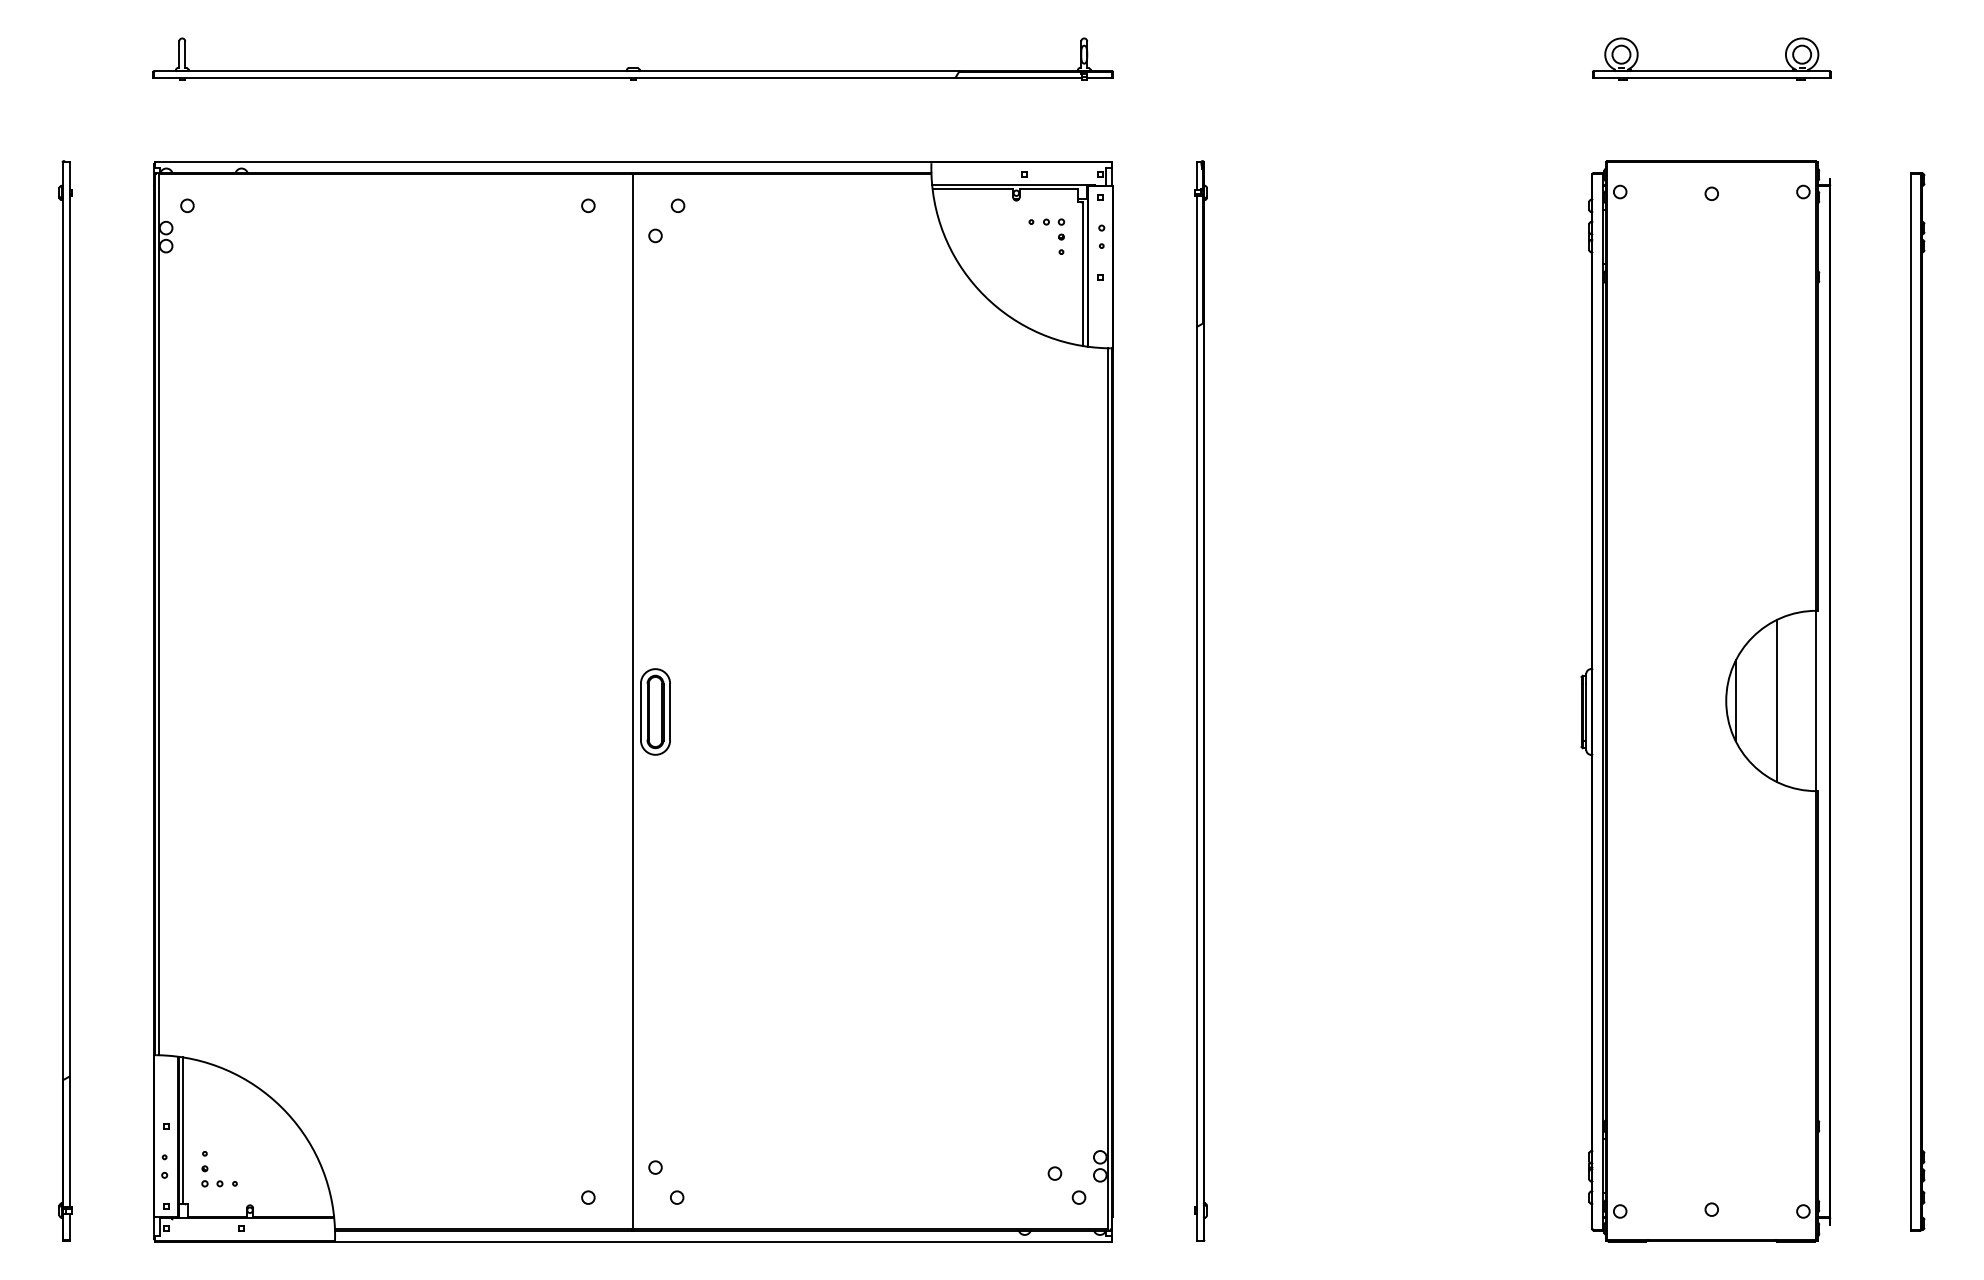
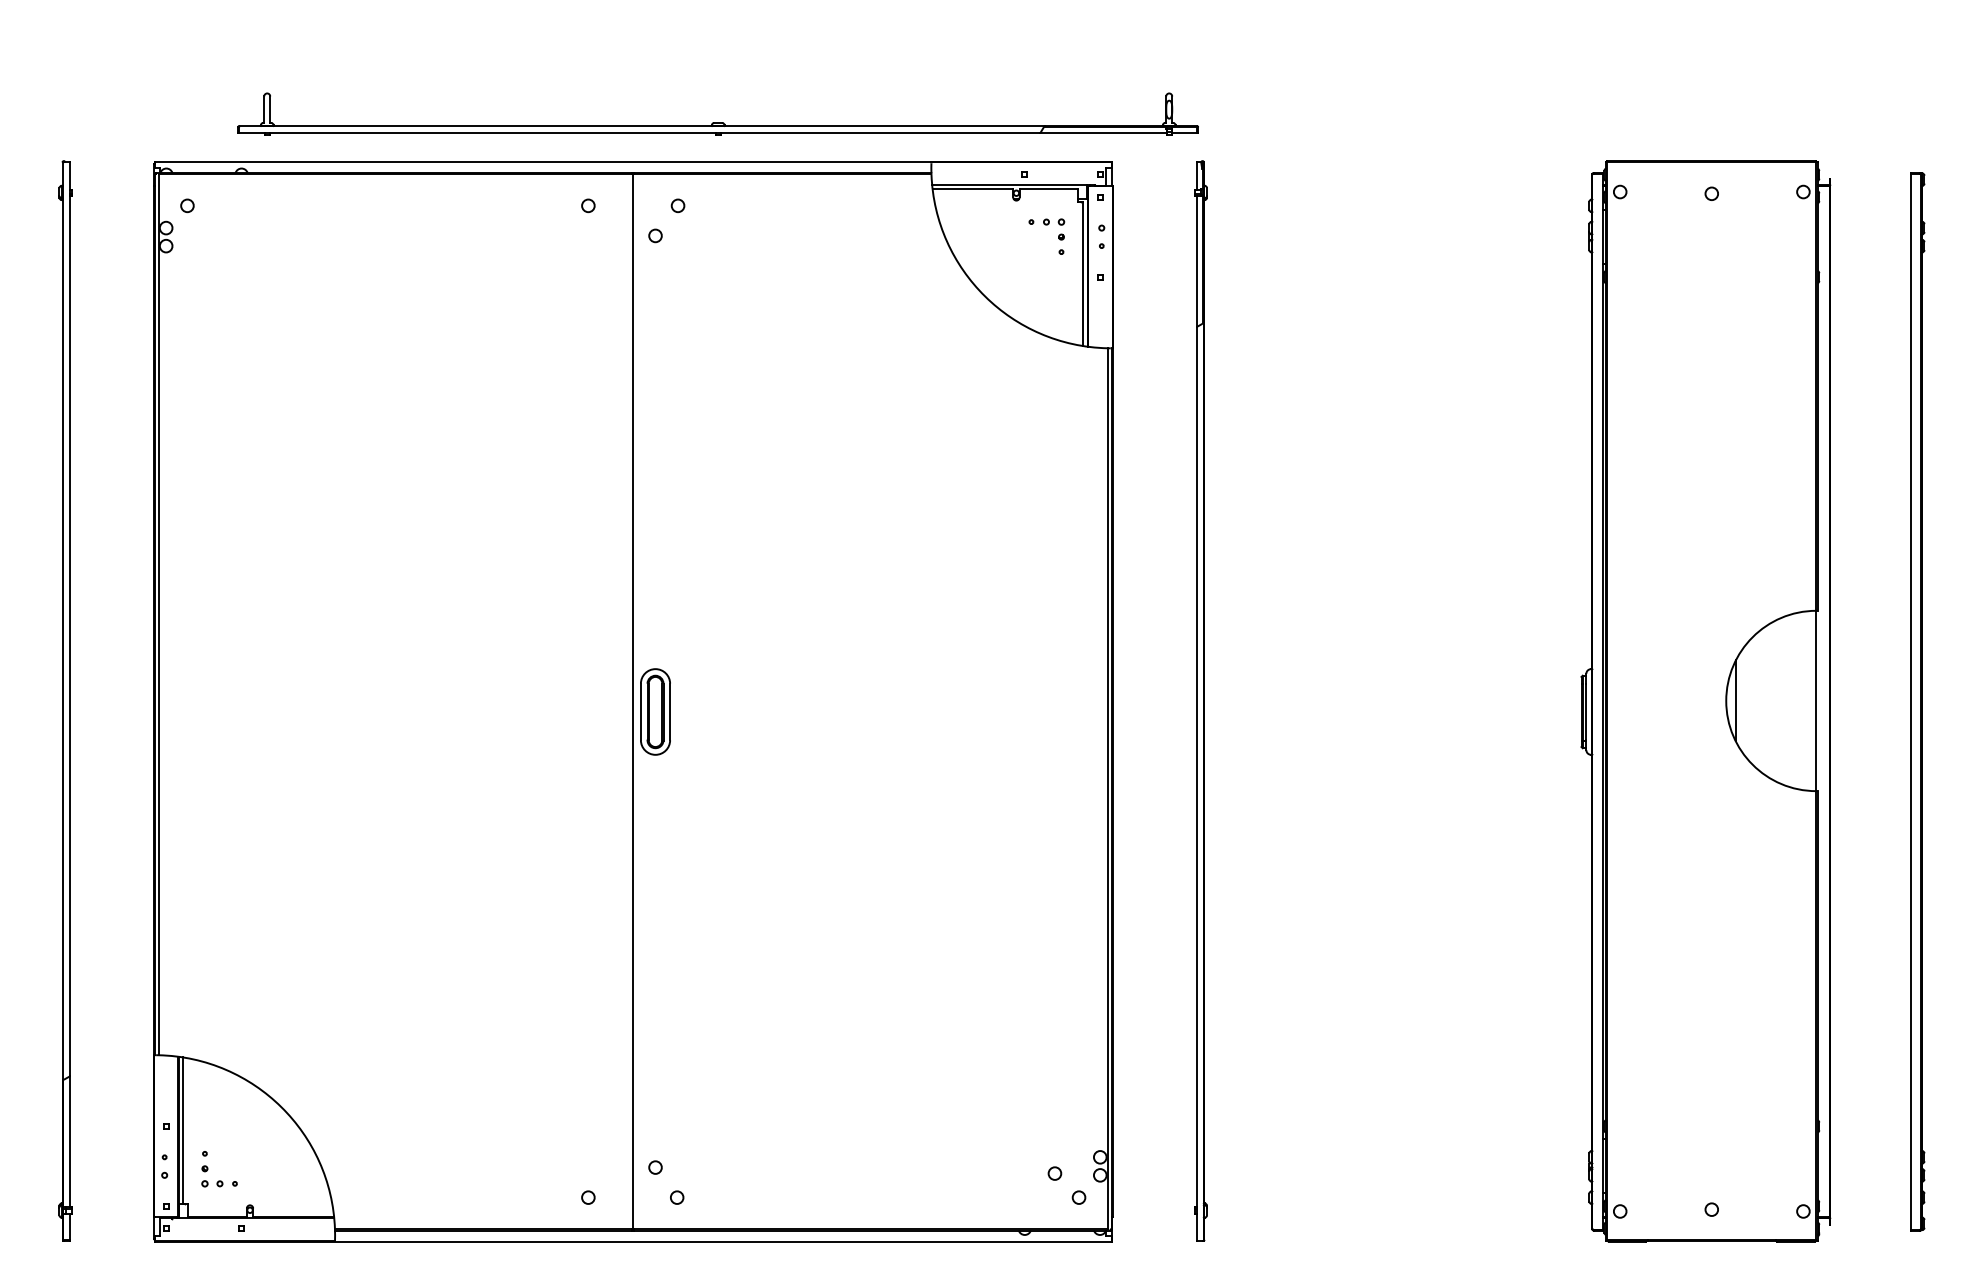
part at (632, 67) position: (632, 67) -> (717, 122)
part at (1711, 70): present -> none
line at (1777, 700): present -> none
